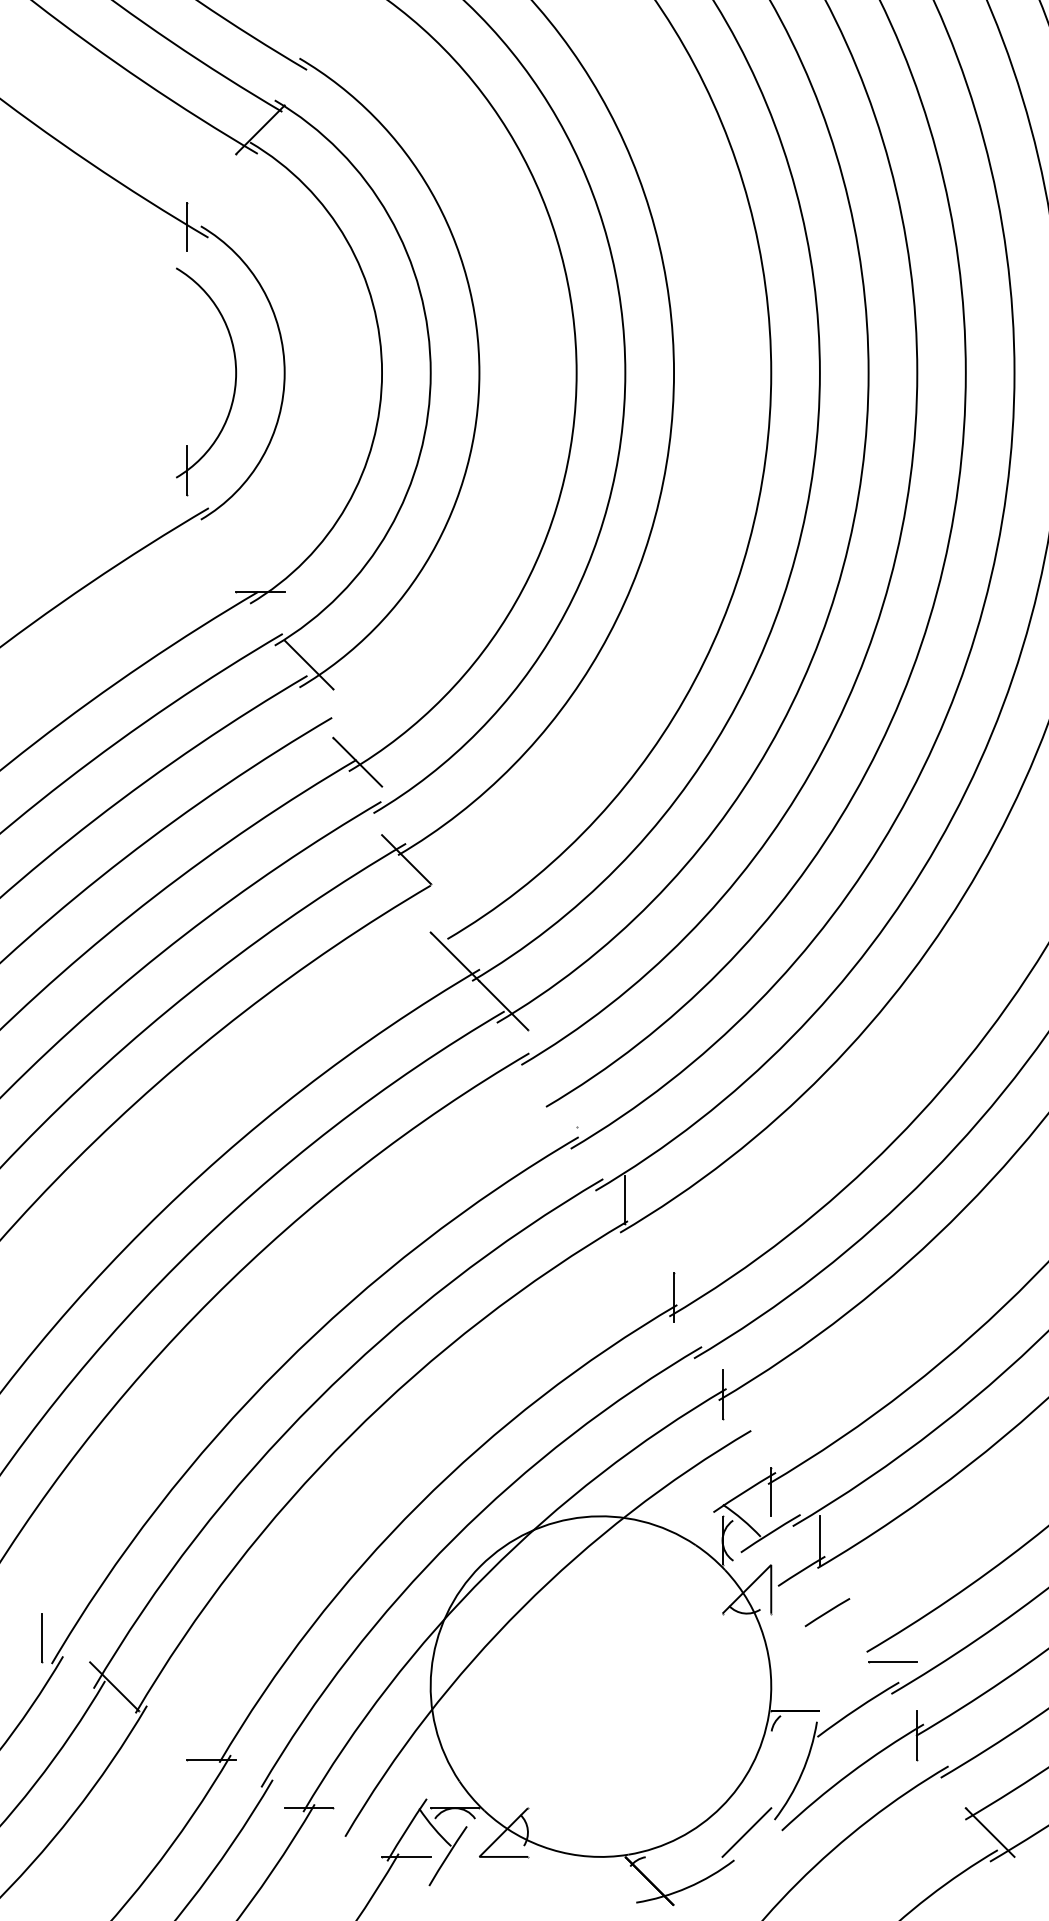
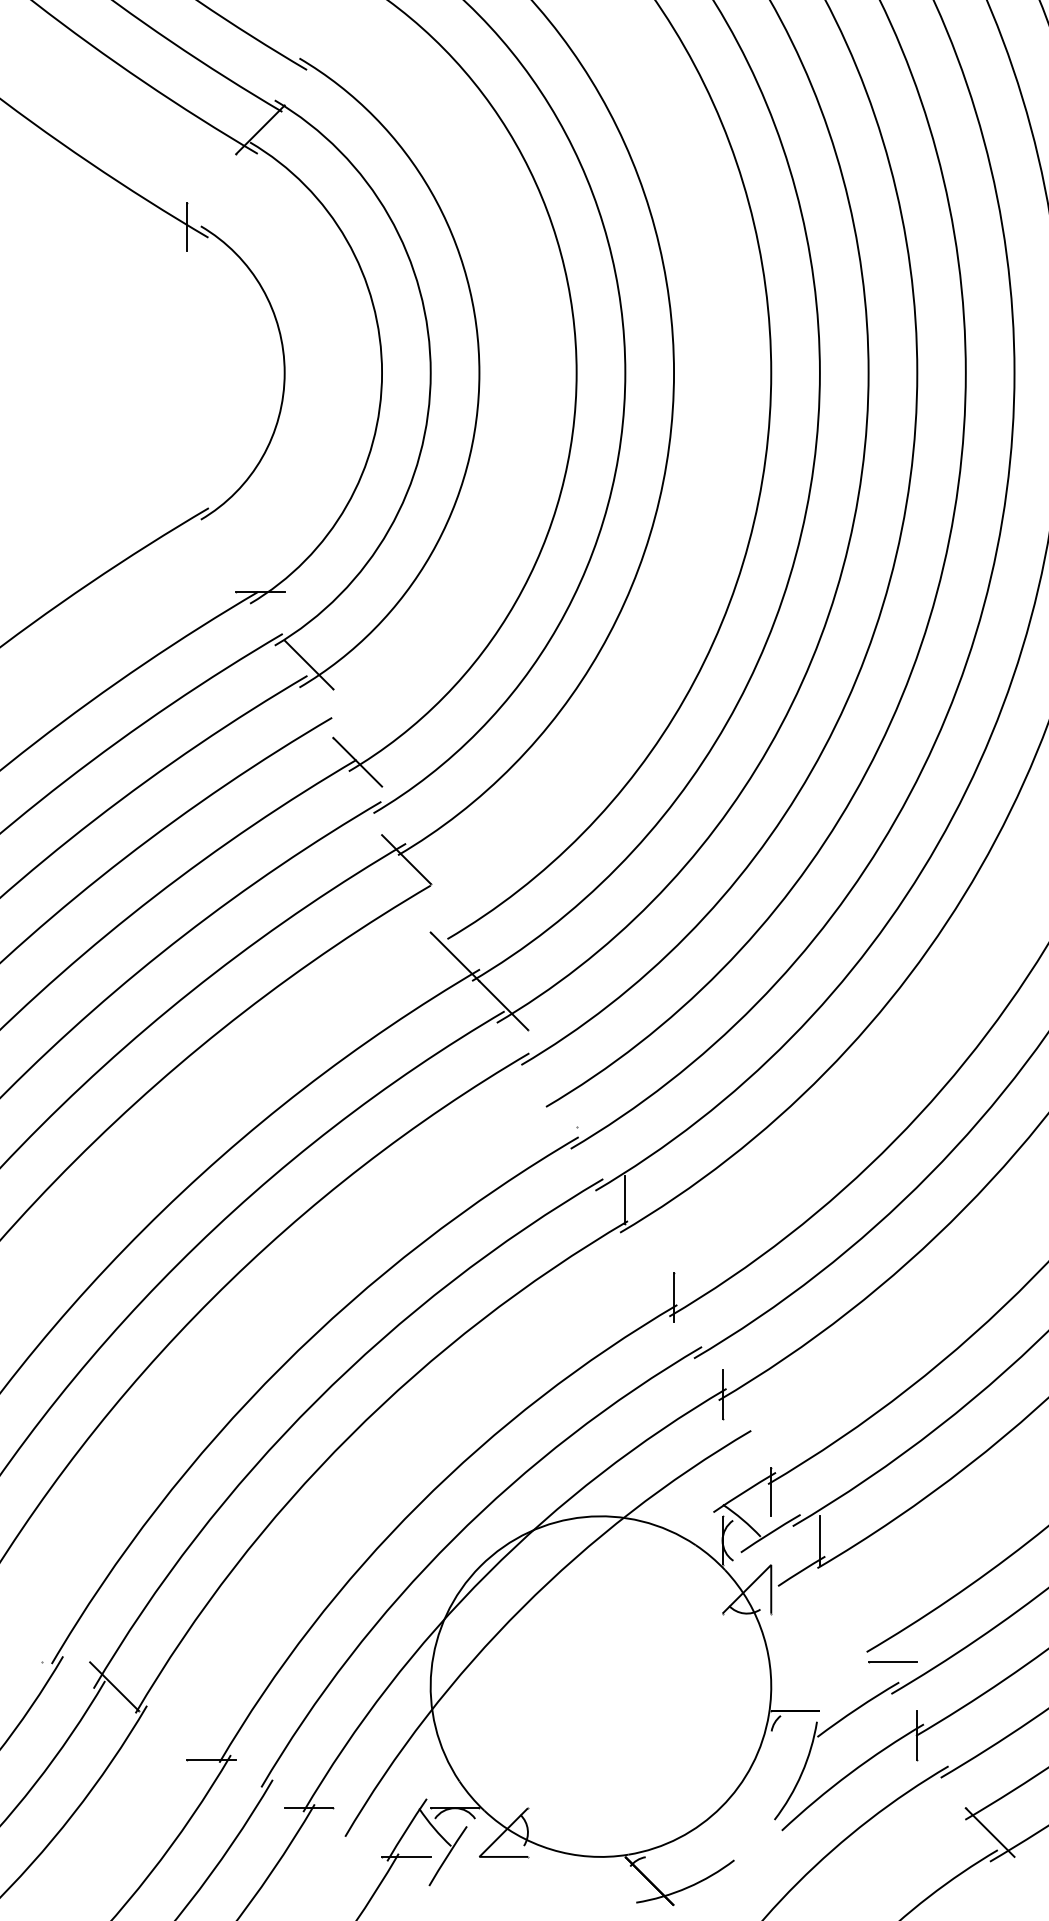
part at (234, 381): present -> none
line at (827, 1612): present -> none
line at (41, 1637): present -> none
line at (746, 1832): present -> none
